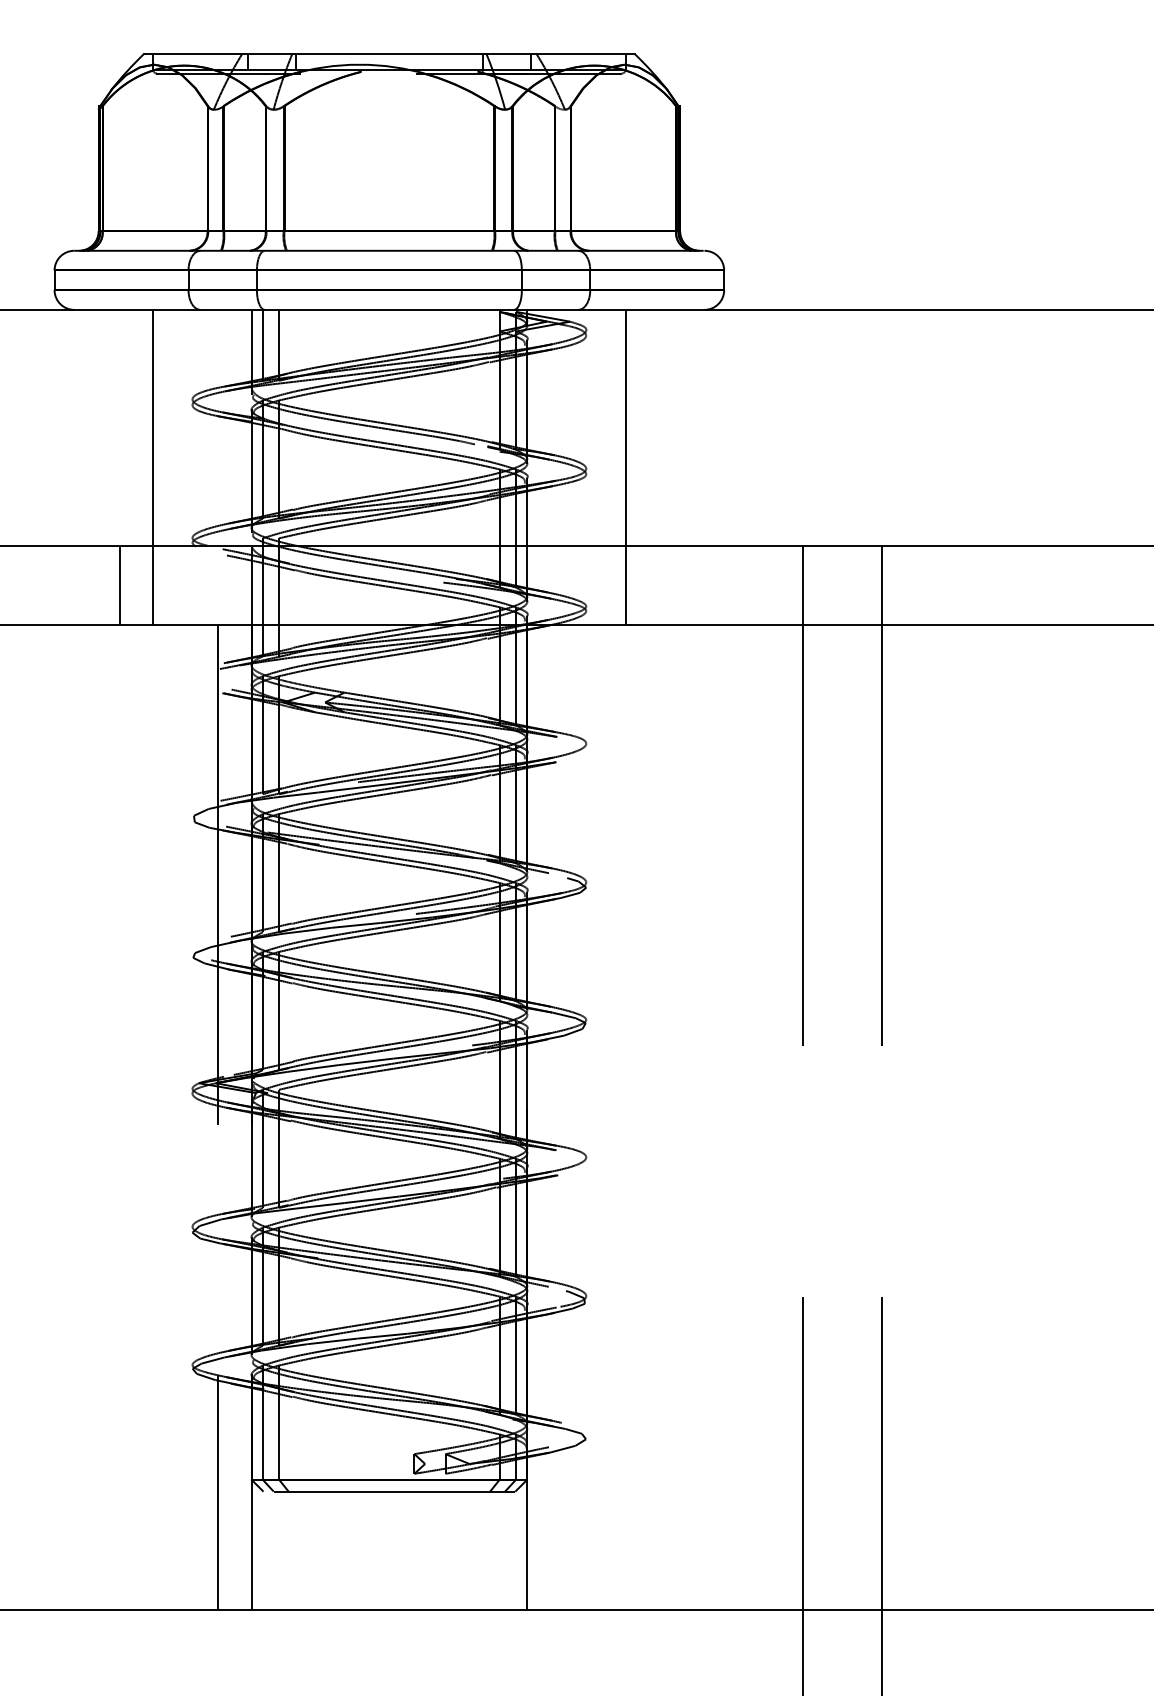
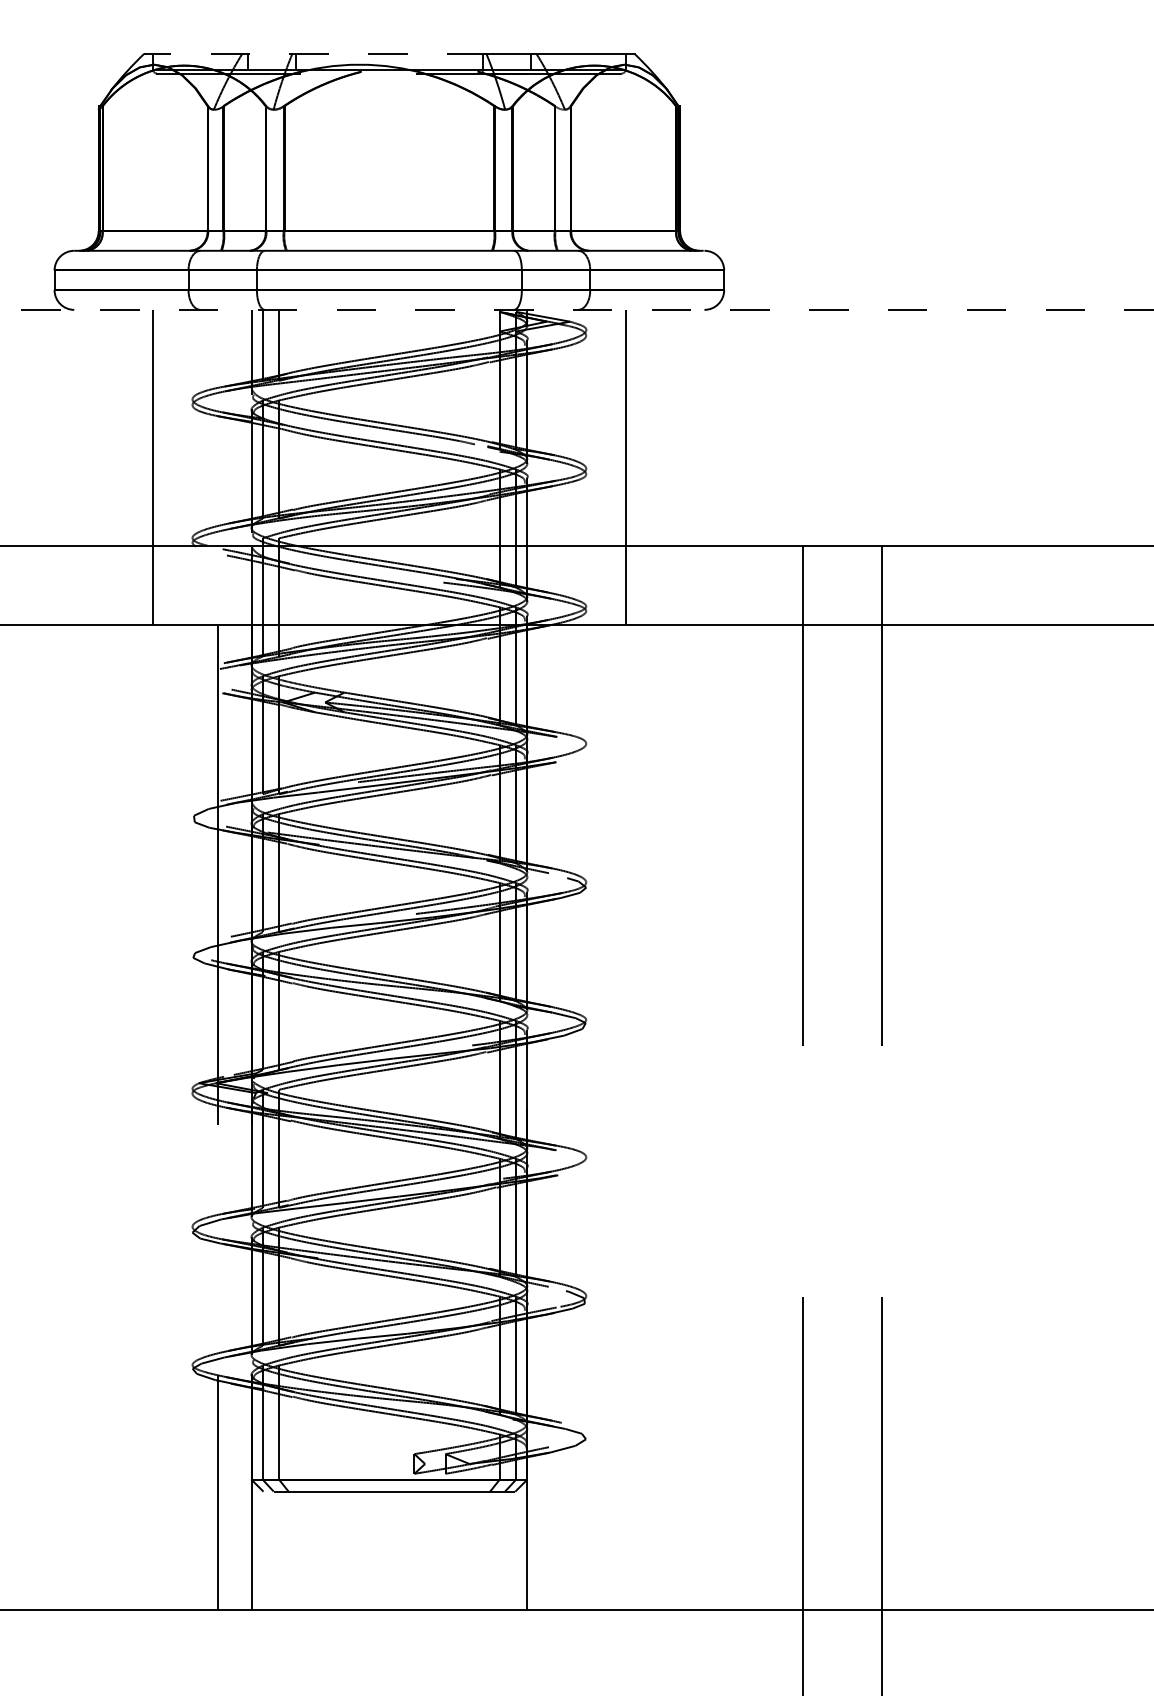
line at (314, 53): solid -> dashed
line at (577, 309): solid -> dashed
line at (119, 585): present -> none
